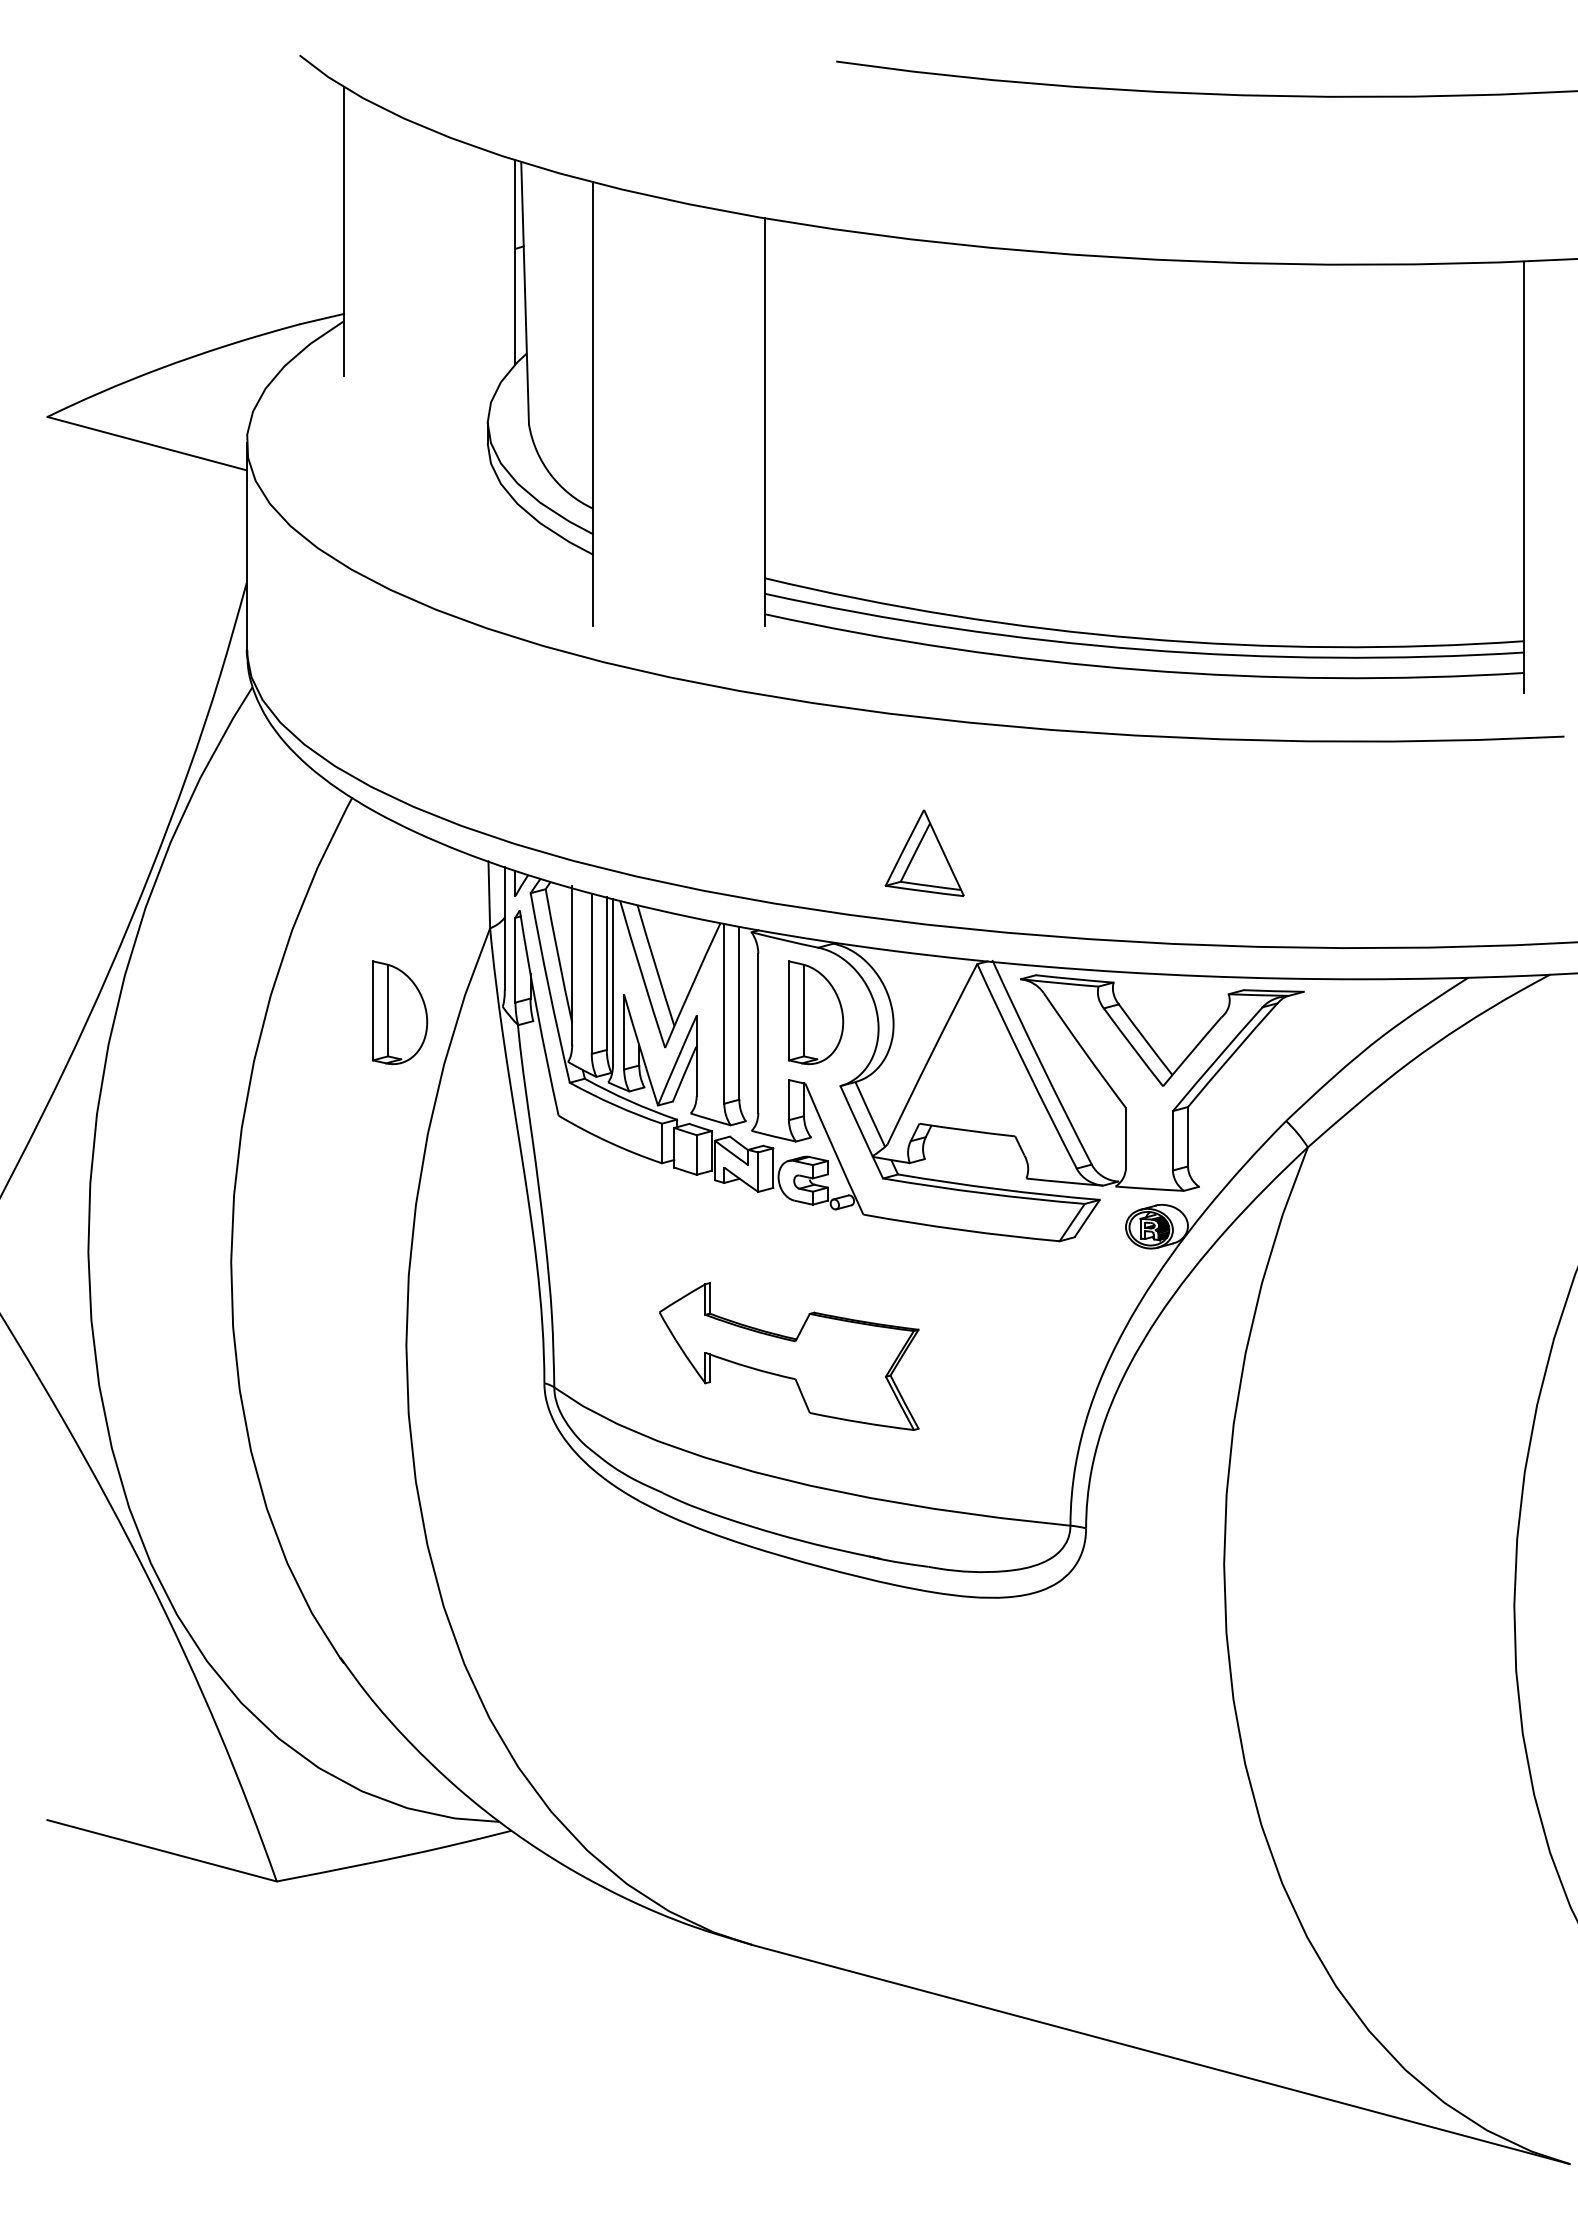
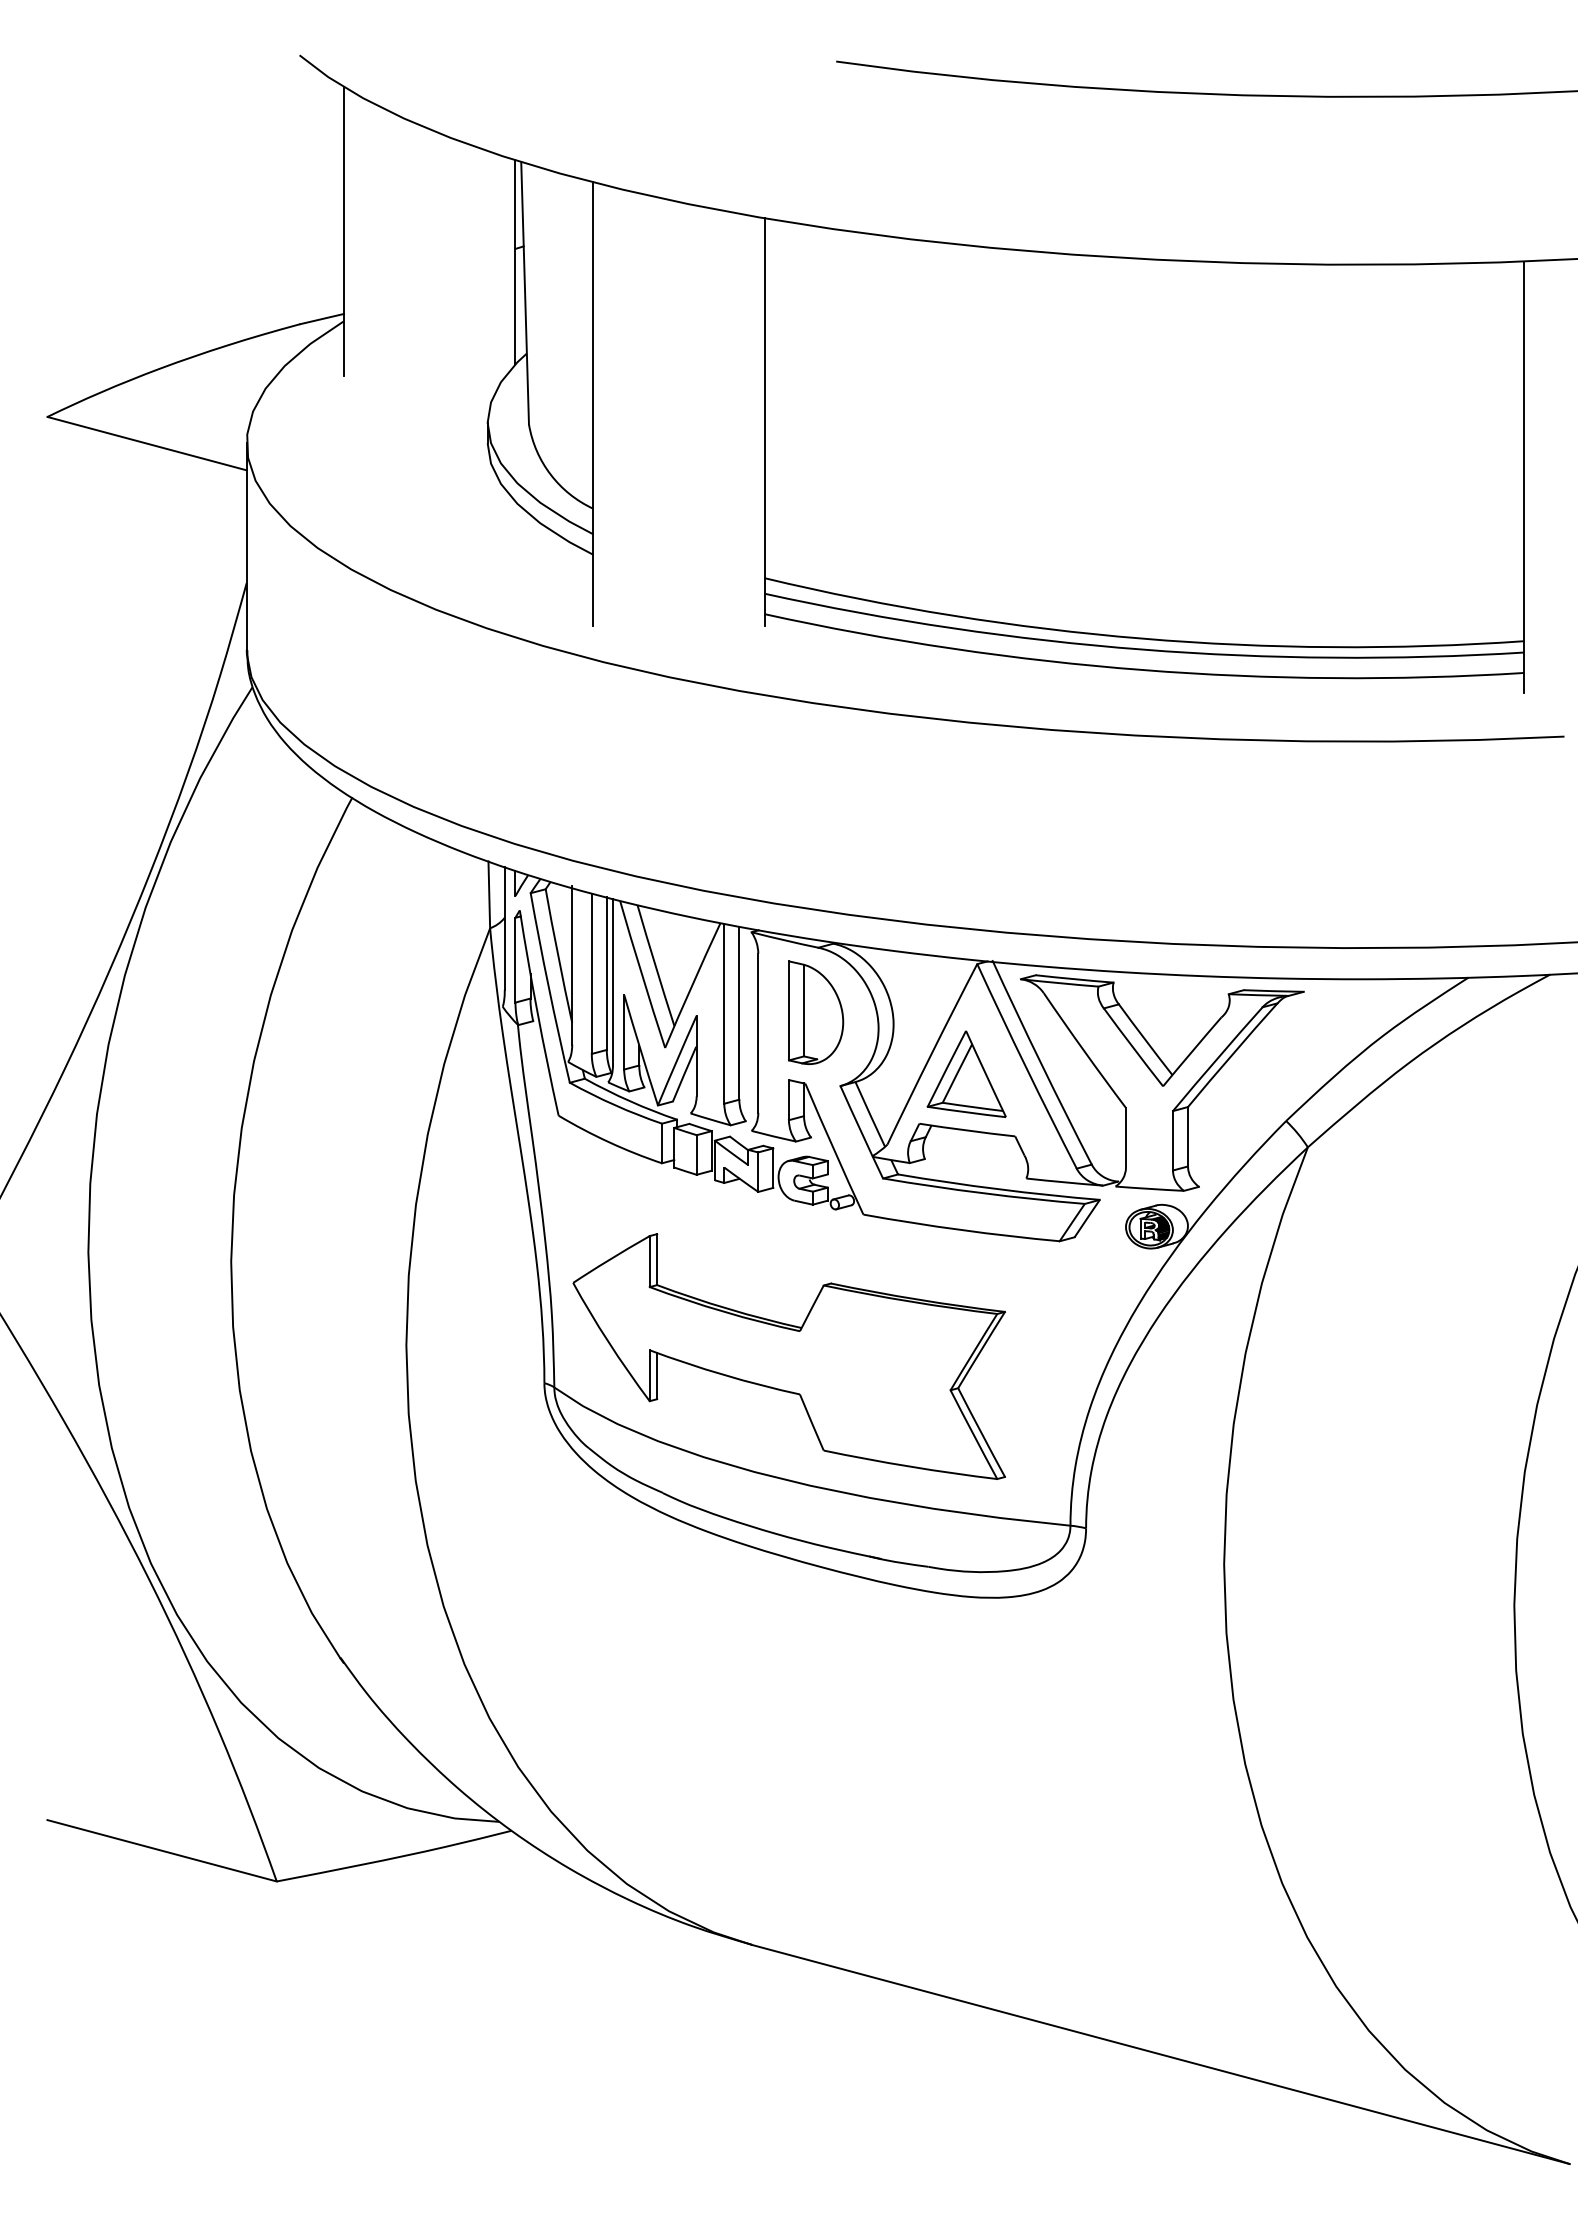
part at (924, 852) position: (924, 852) -> (966, 1073)
part at (400, 1012): present -> none
part at (789, 1356) size: 261x149 px -> 434x247 px
